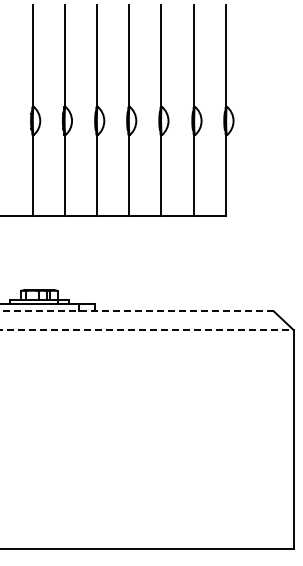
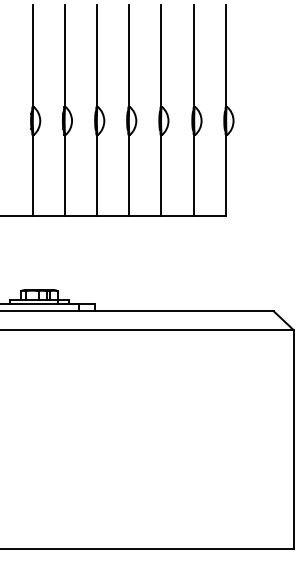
line at (136, 311): dashed -> solid
line at (147, 330): dashed -> solid
